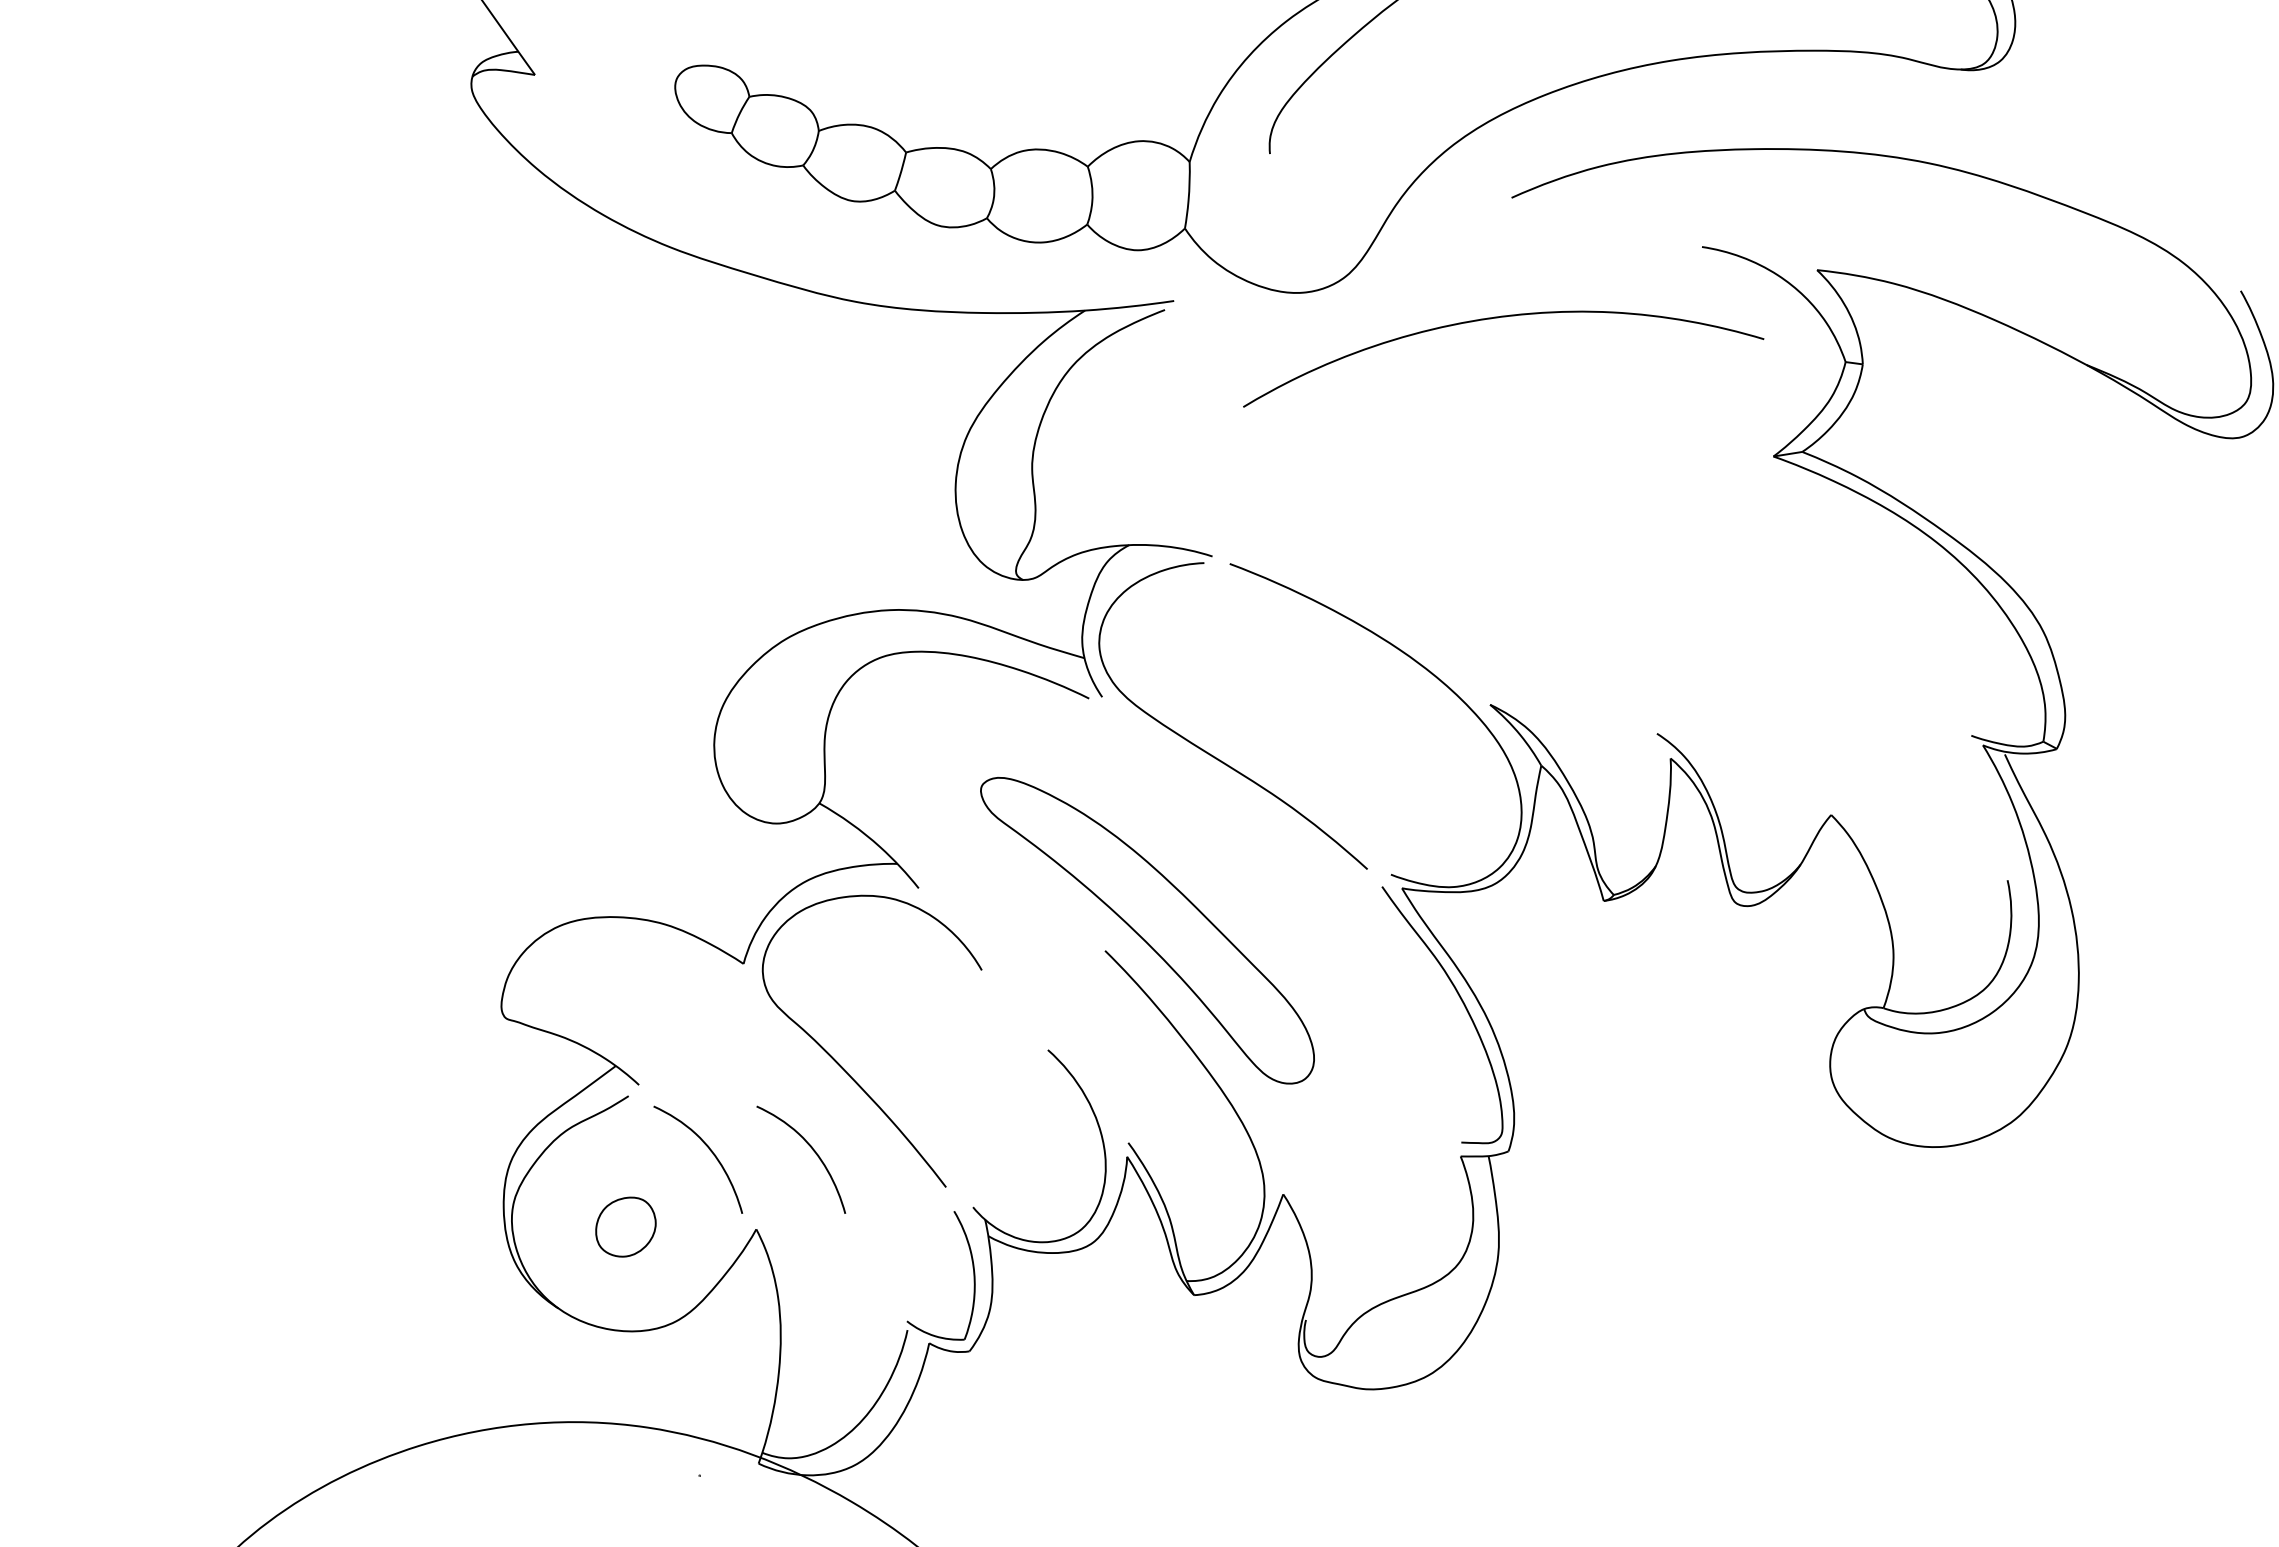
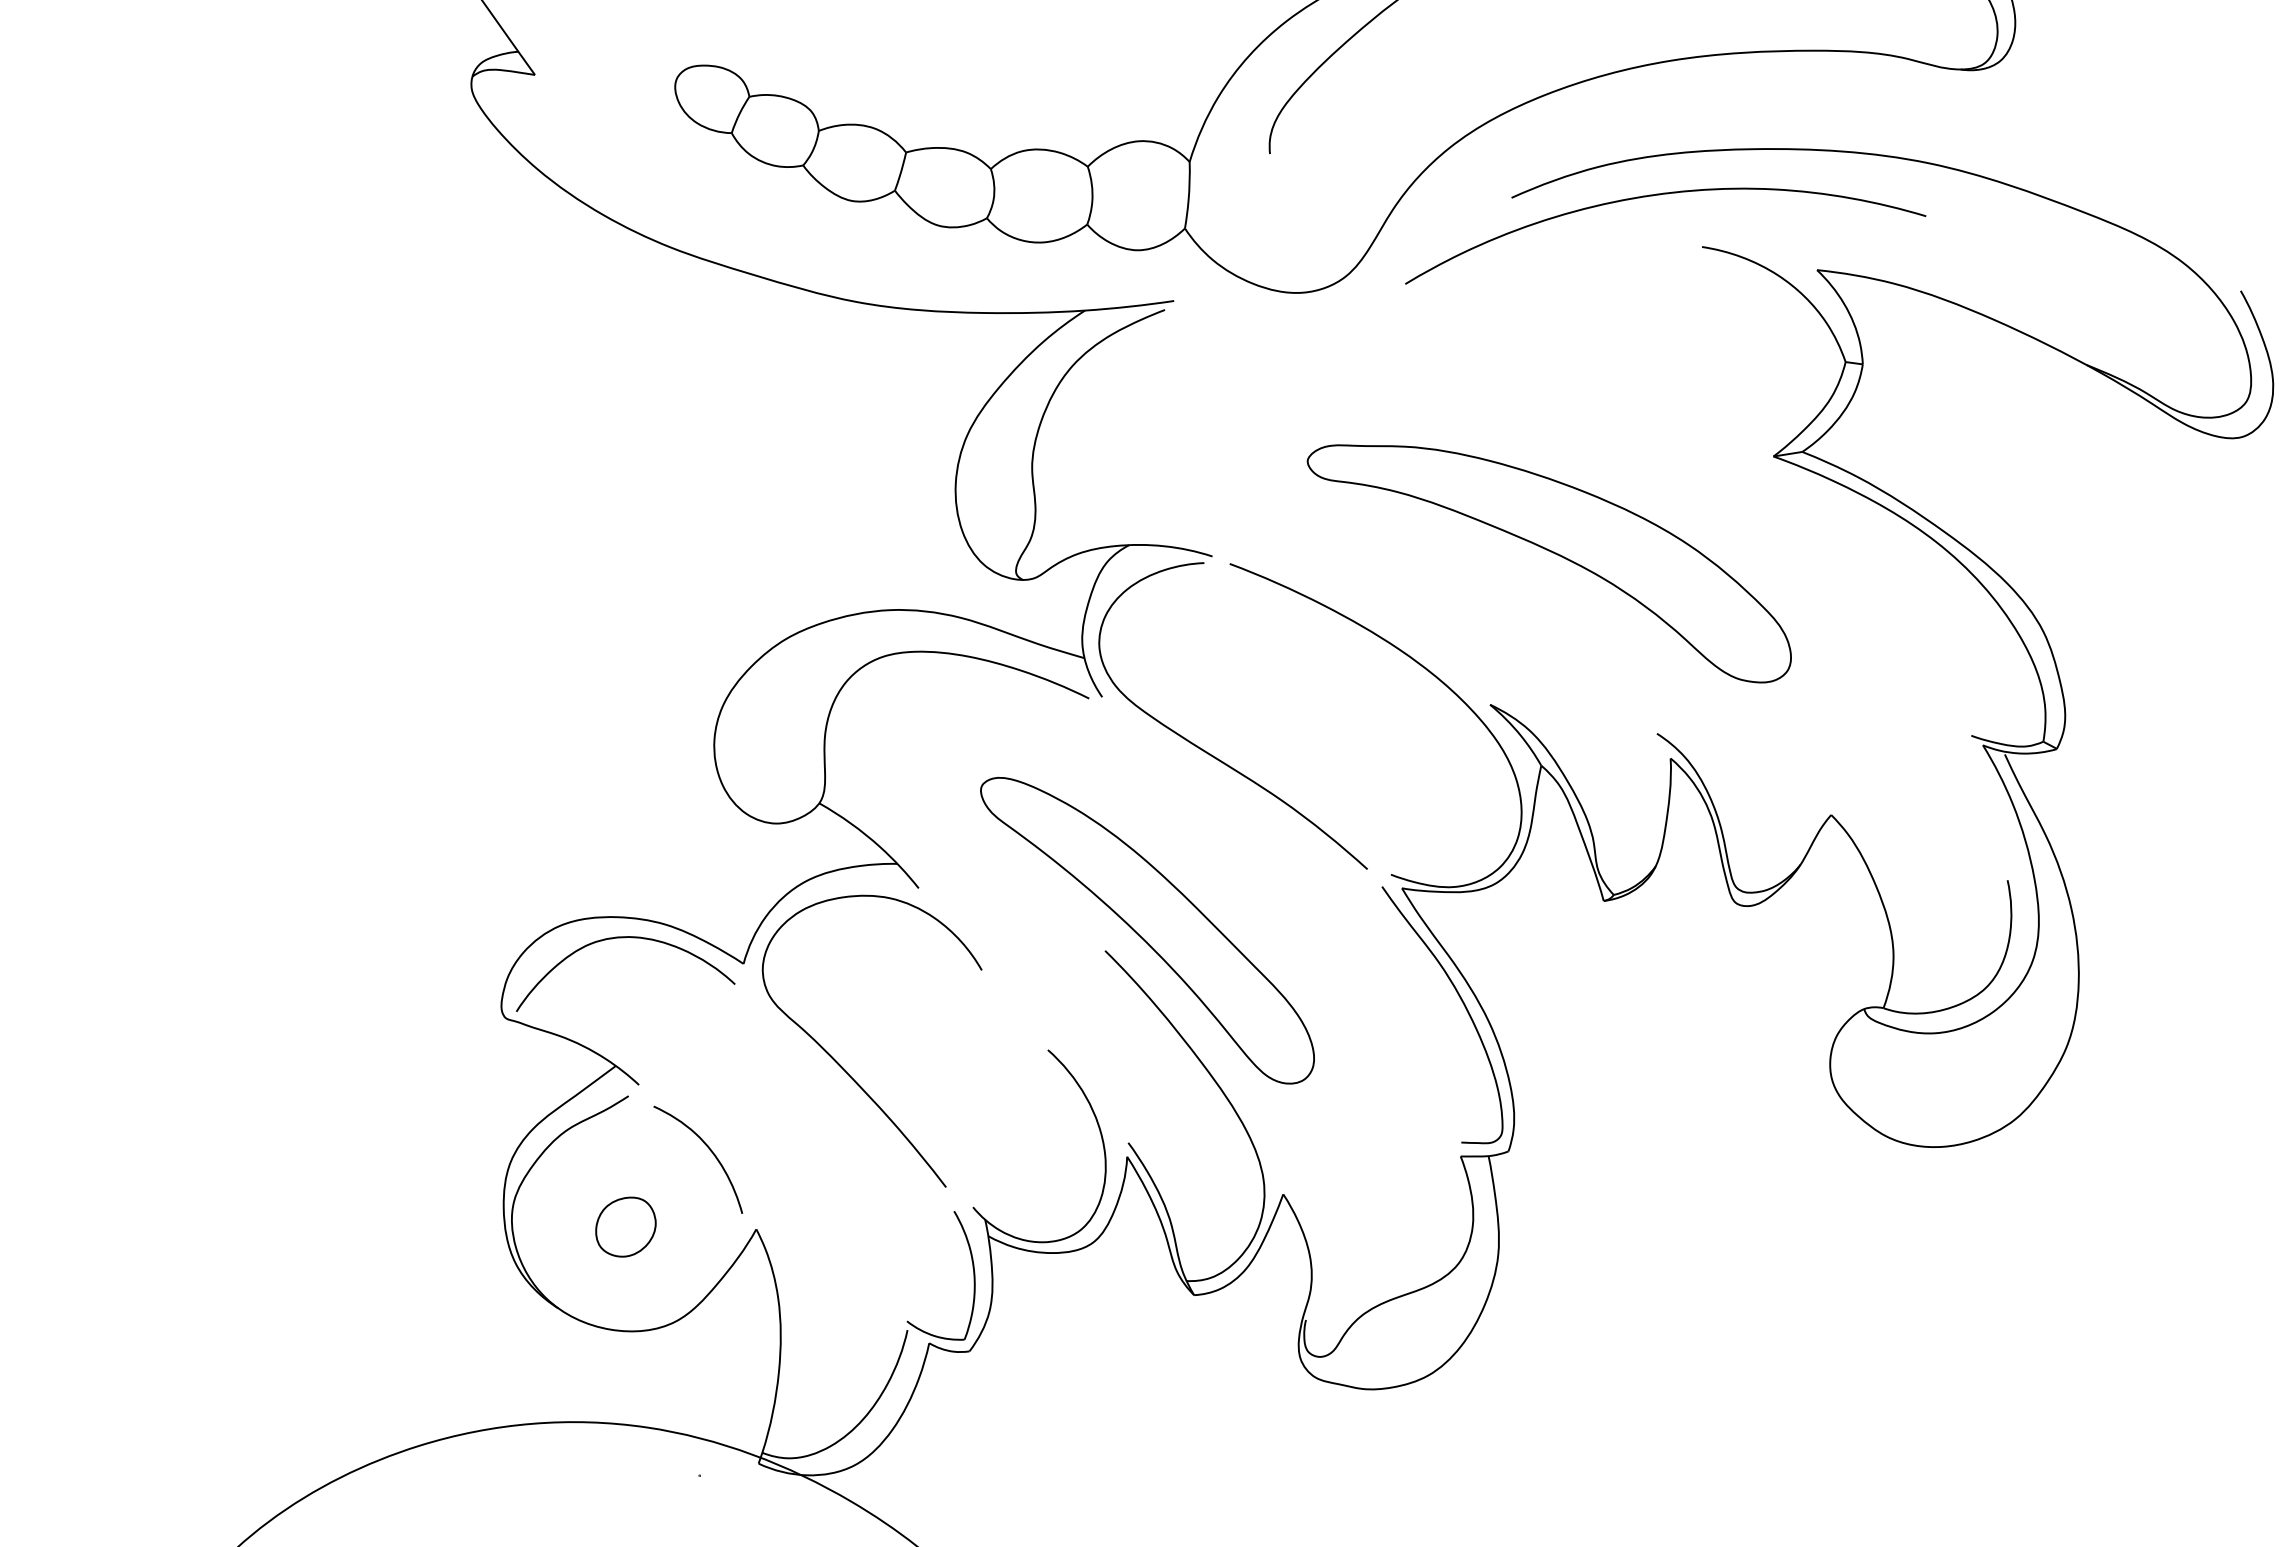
curve at (1498, 318) position: (1498, 318) -> (1660, 195)
part at (1550, 552): none -> present
curve at (624, 938): none -> present
curve at (812, 1150): present -> none
